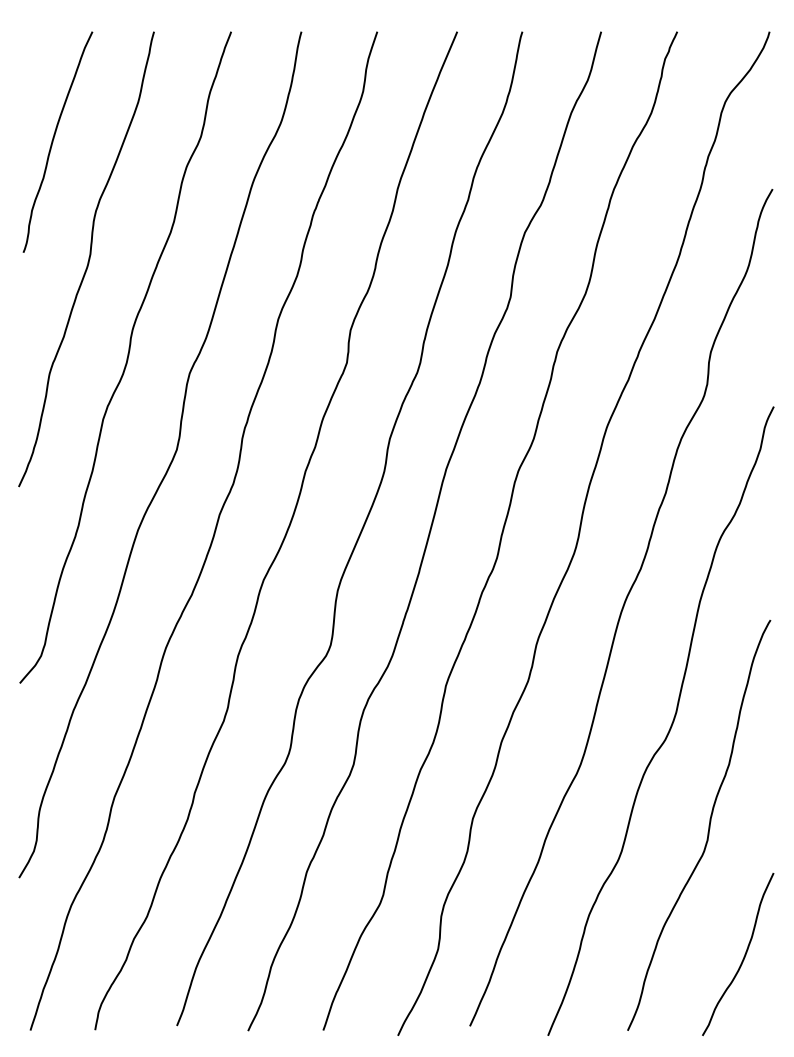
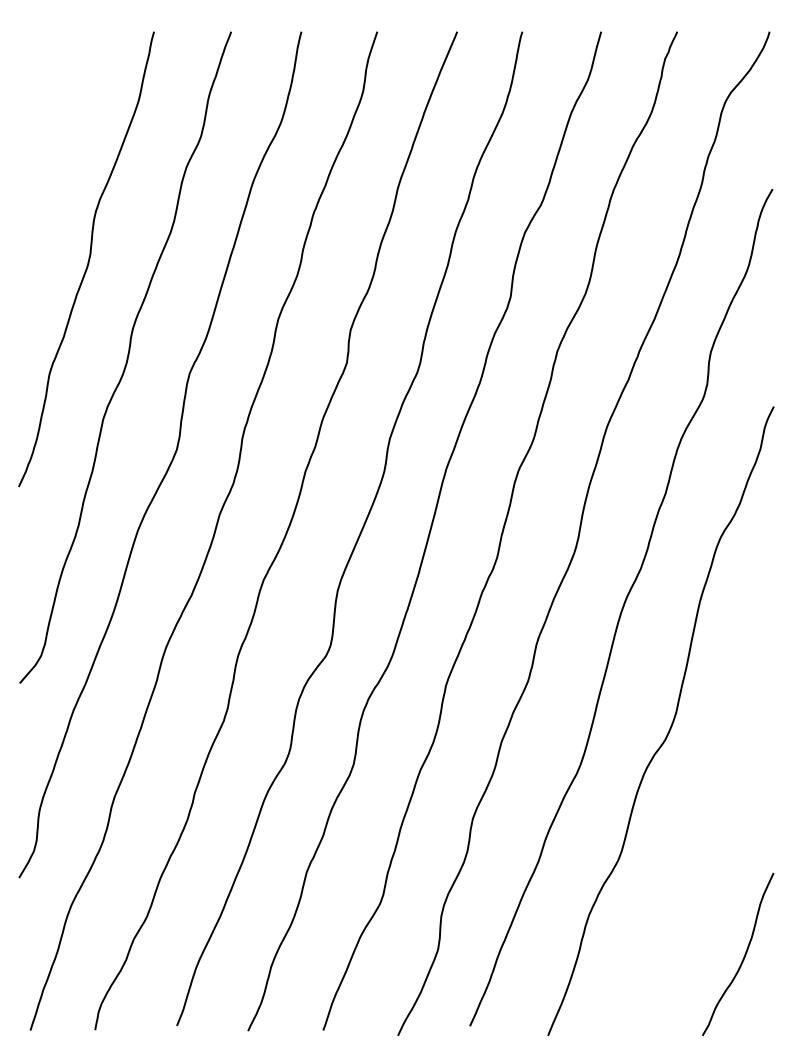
curve at (54, 139): present -> none
curve at (708, 825): present -> none
